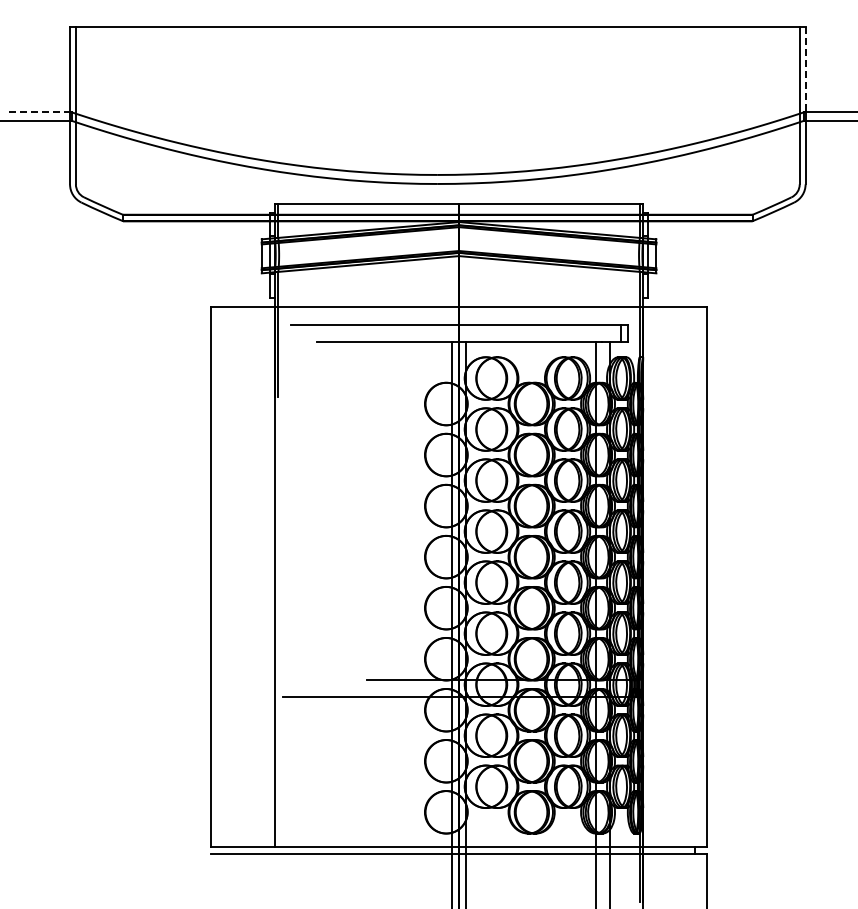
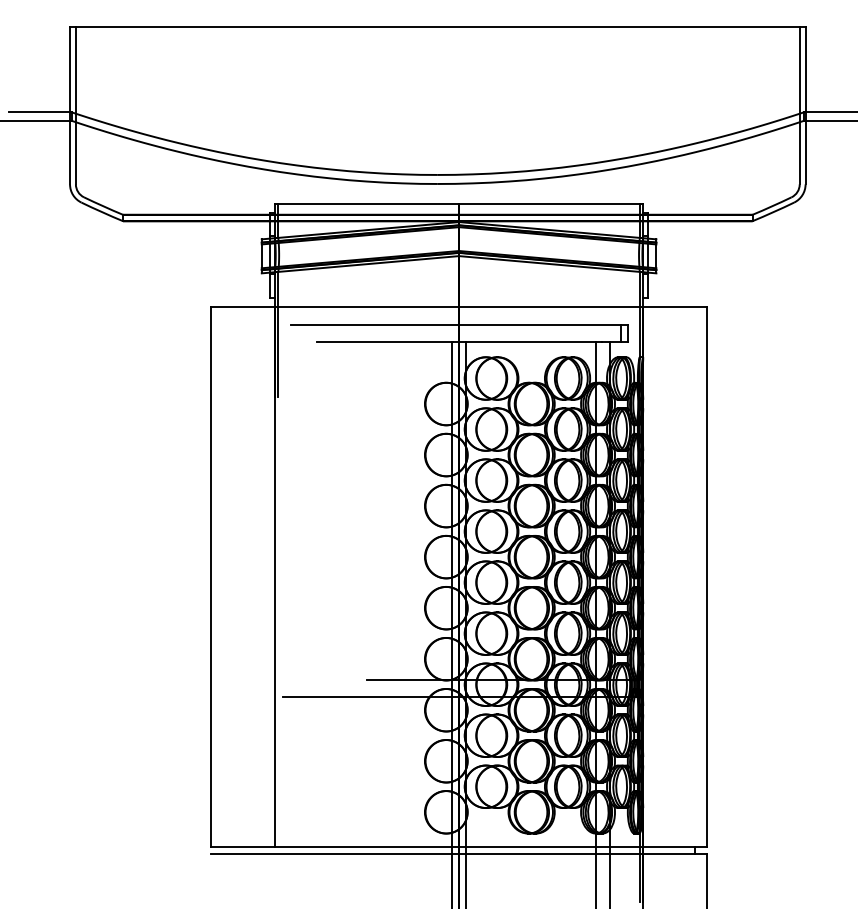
line at (805, 69): dashed -> solid
line at (39, 112): dashed -> solid
